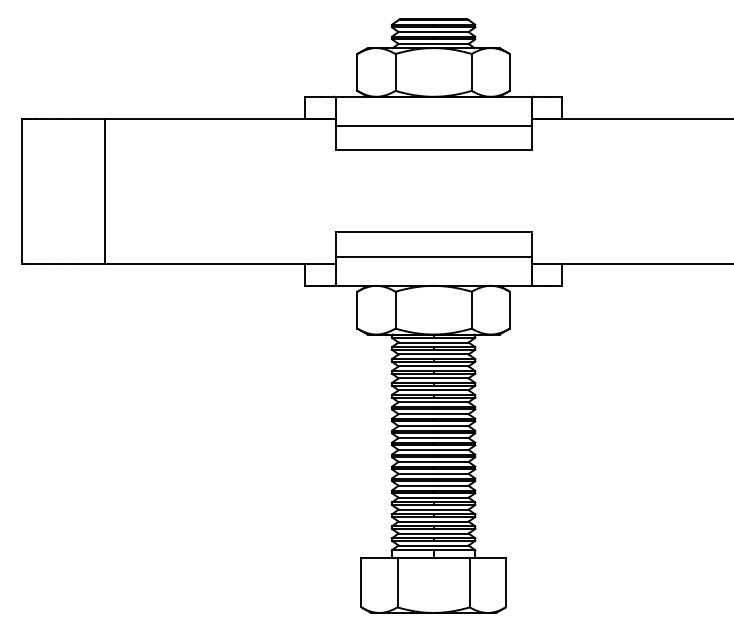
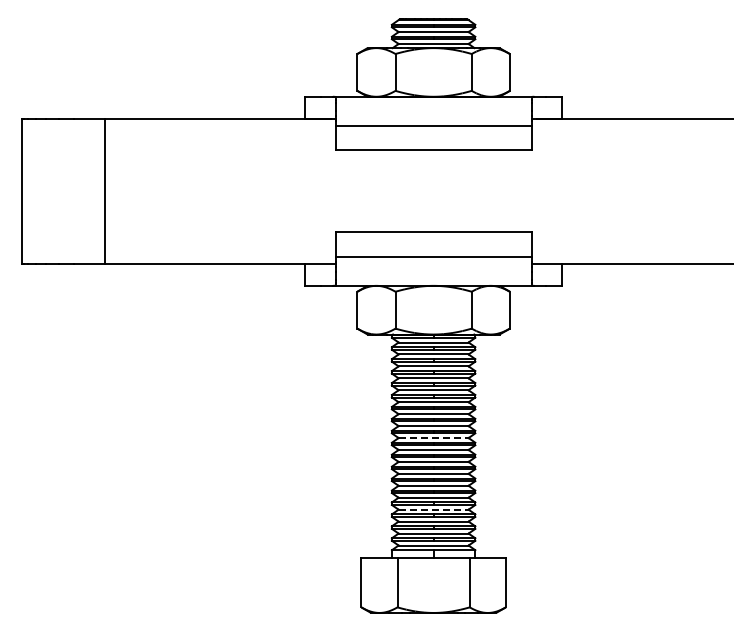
line at (434, 438): solid -> dashed
line at (434, 509): solid -> dashed
